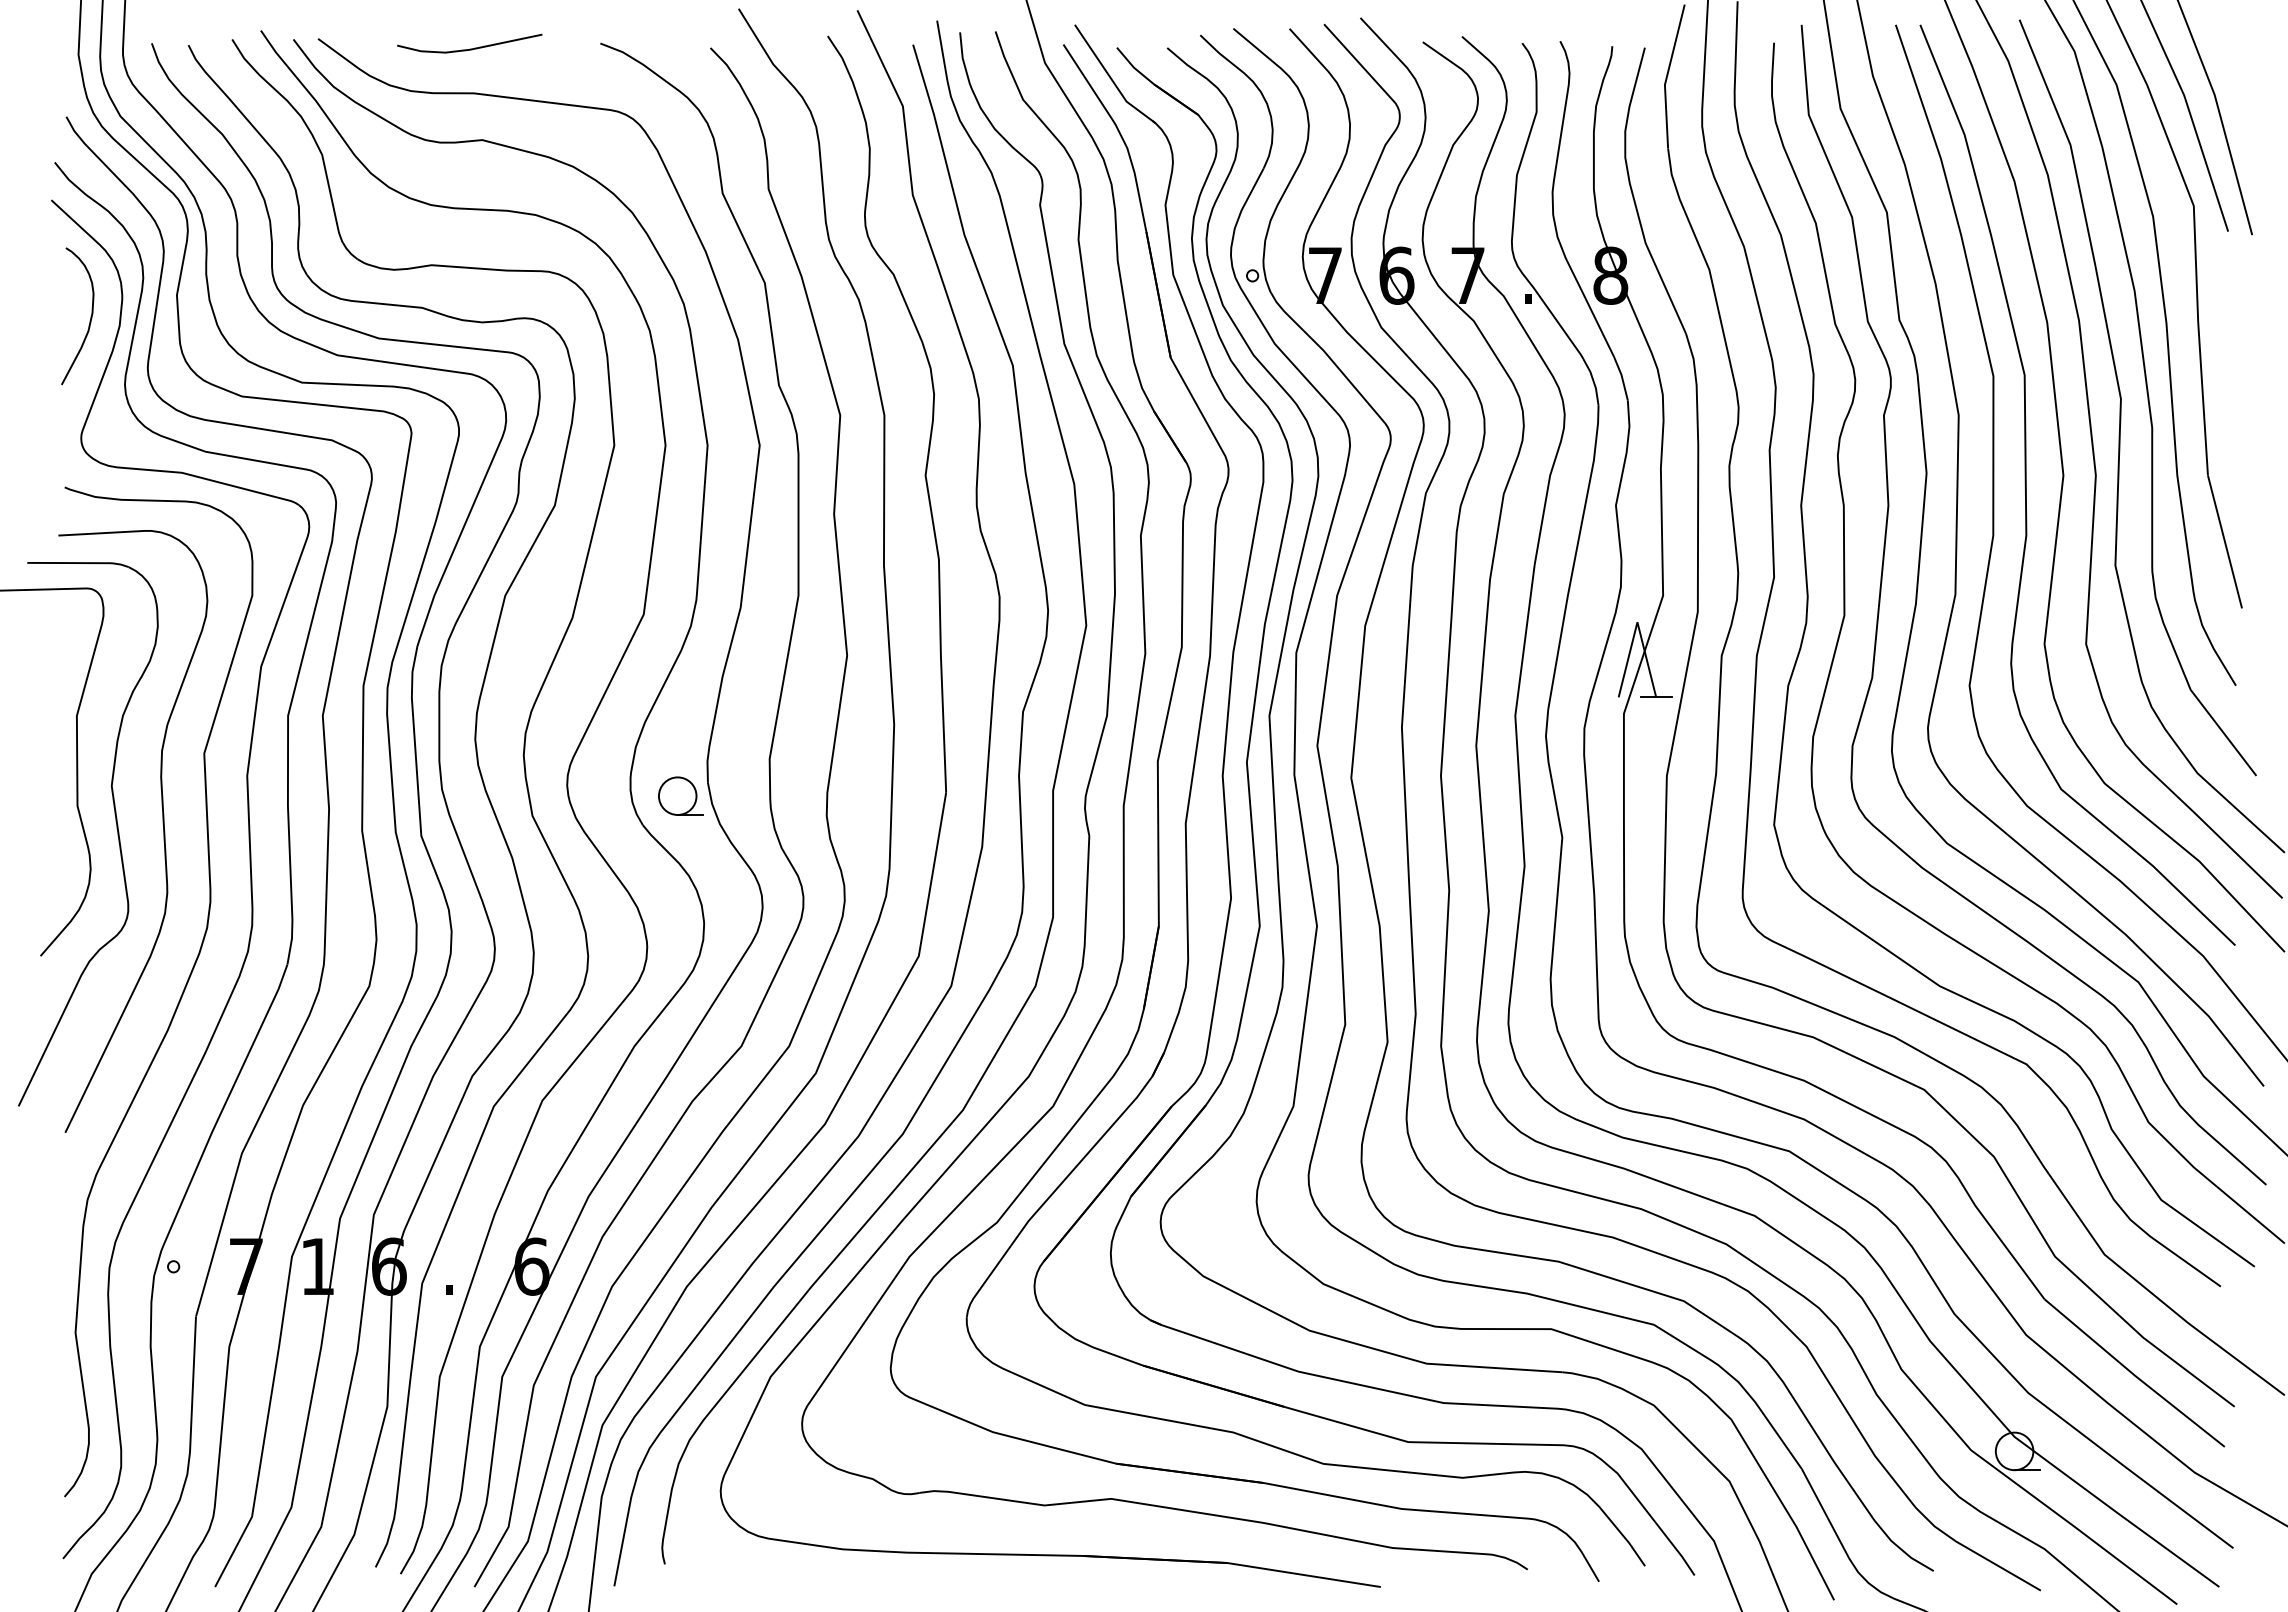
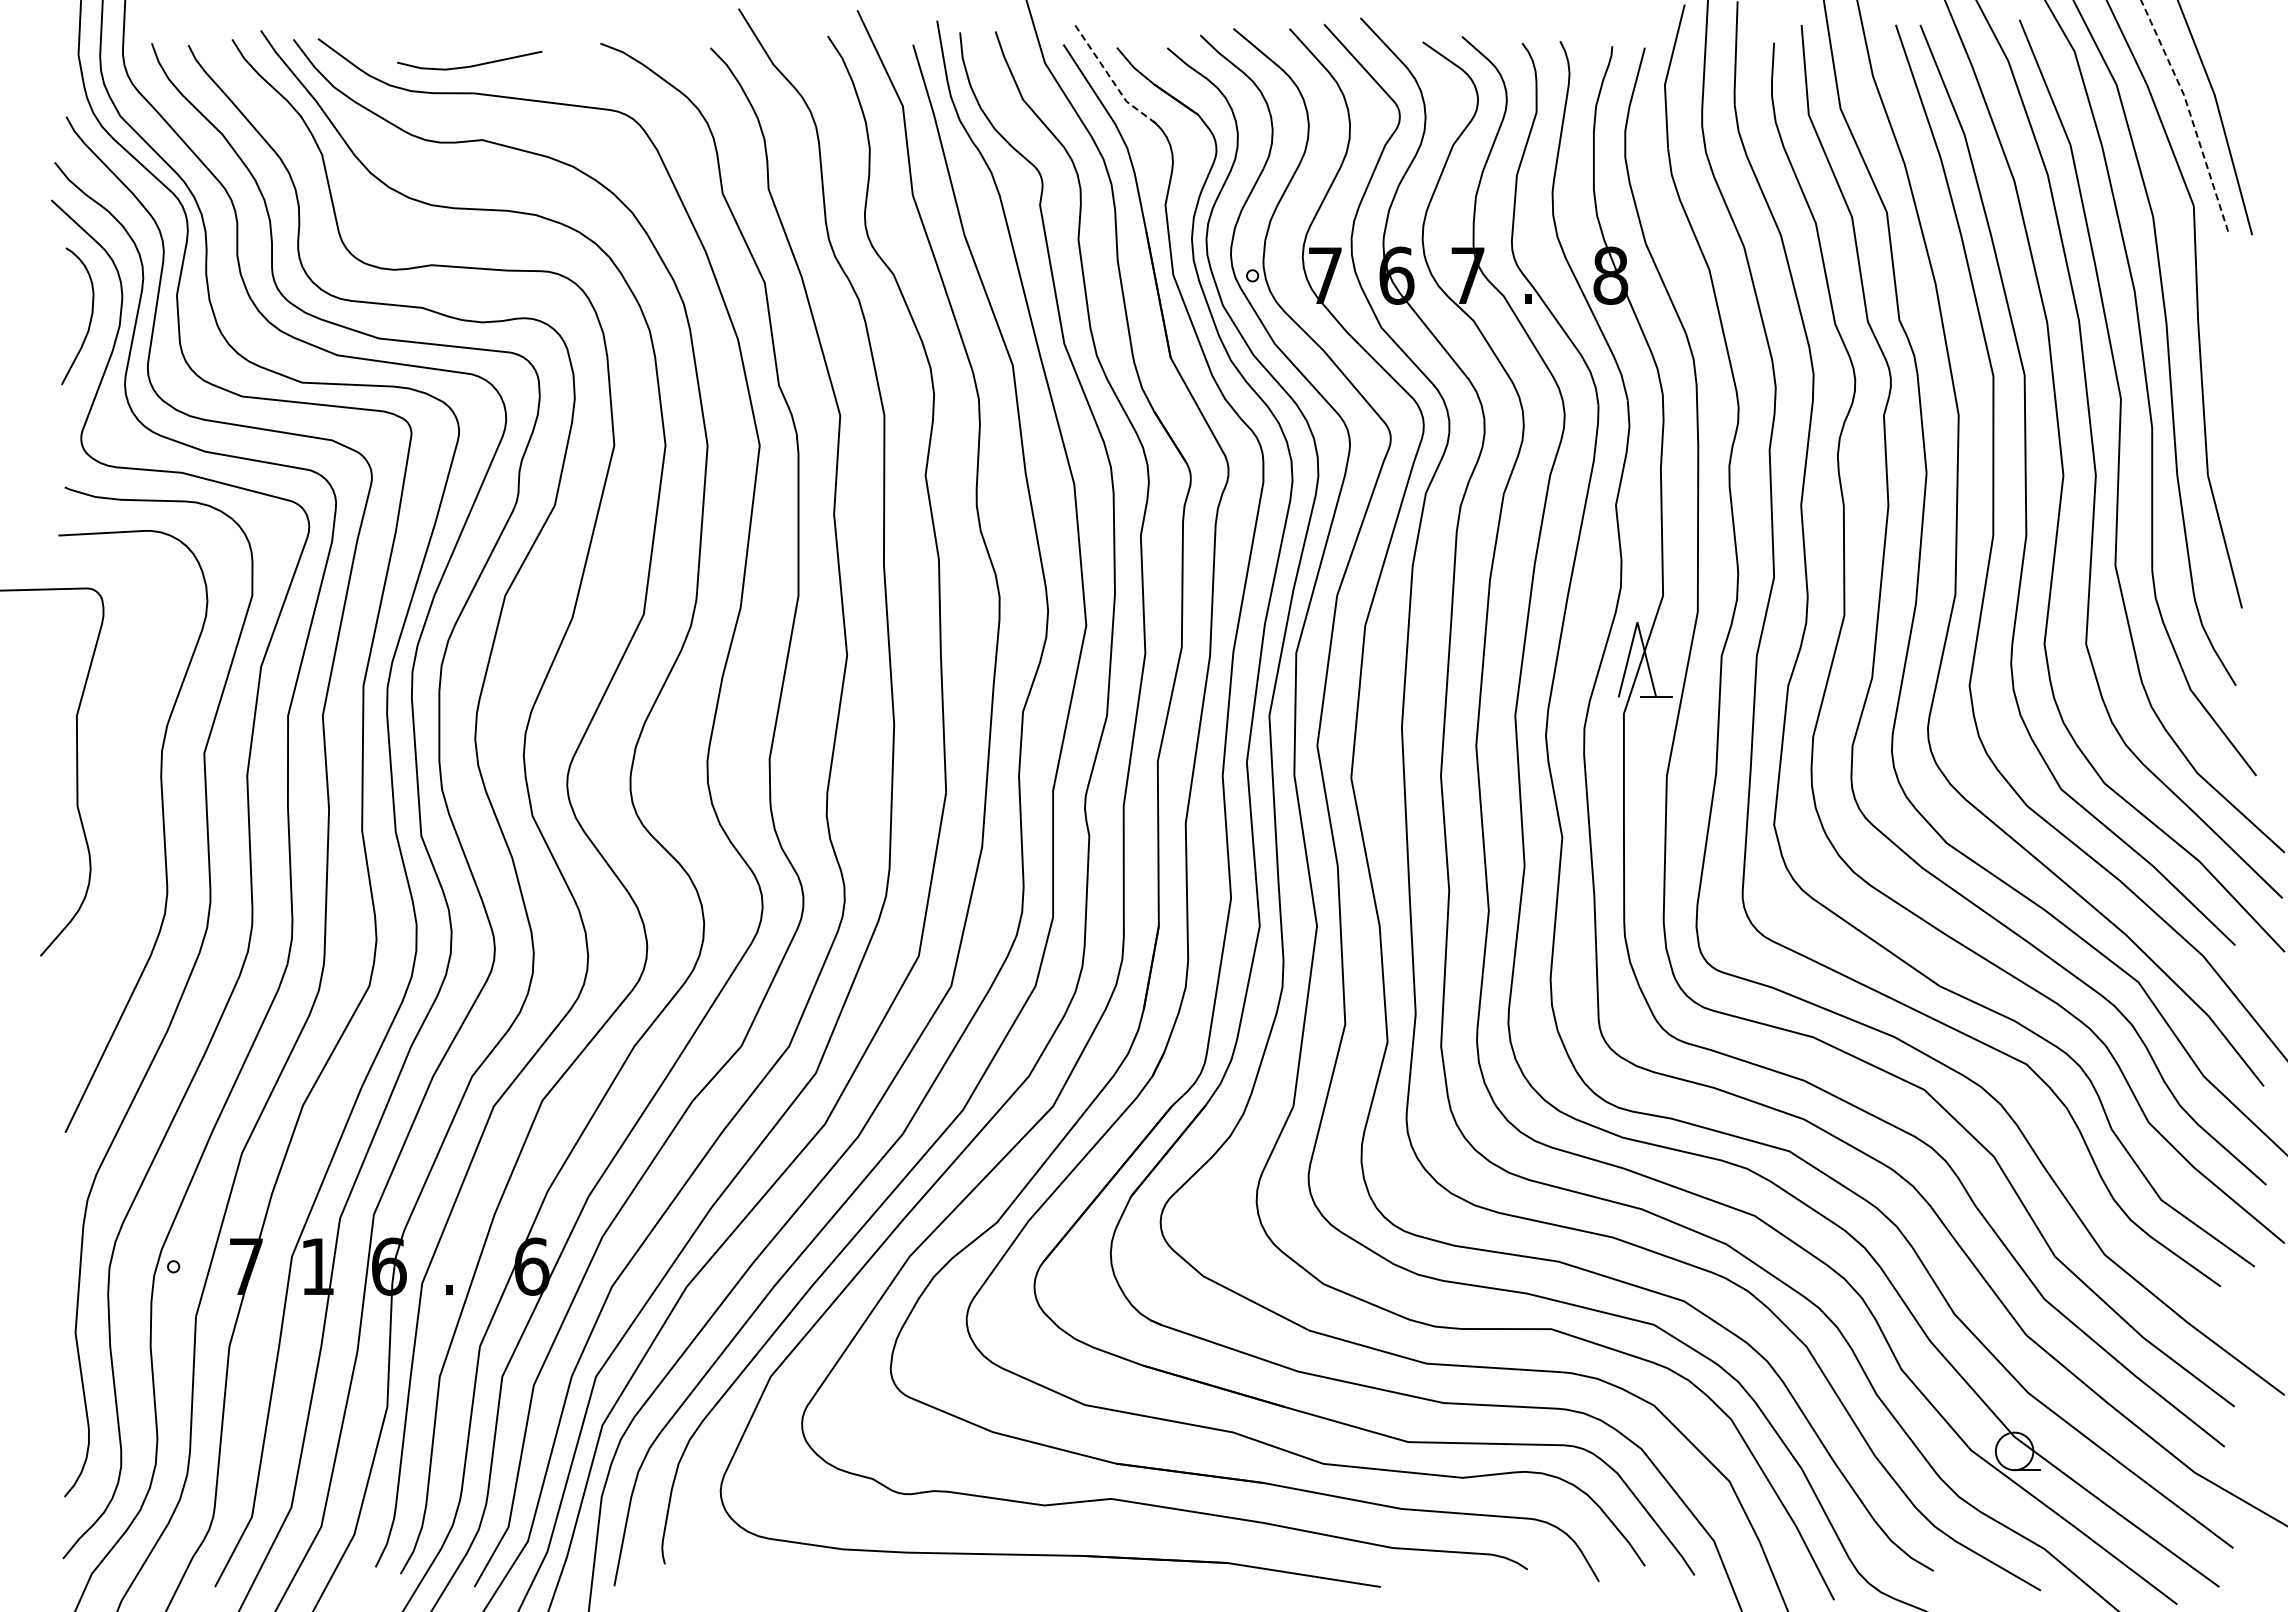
line at (469, 48) position: (469, 48) -> (469, 65)
line at (1111, 79): solid -> dashed
line at (2190, 113): solid -> dashed
part at (680, 795): present -> none
part at (116, 828): present -> none
